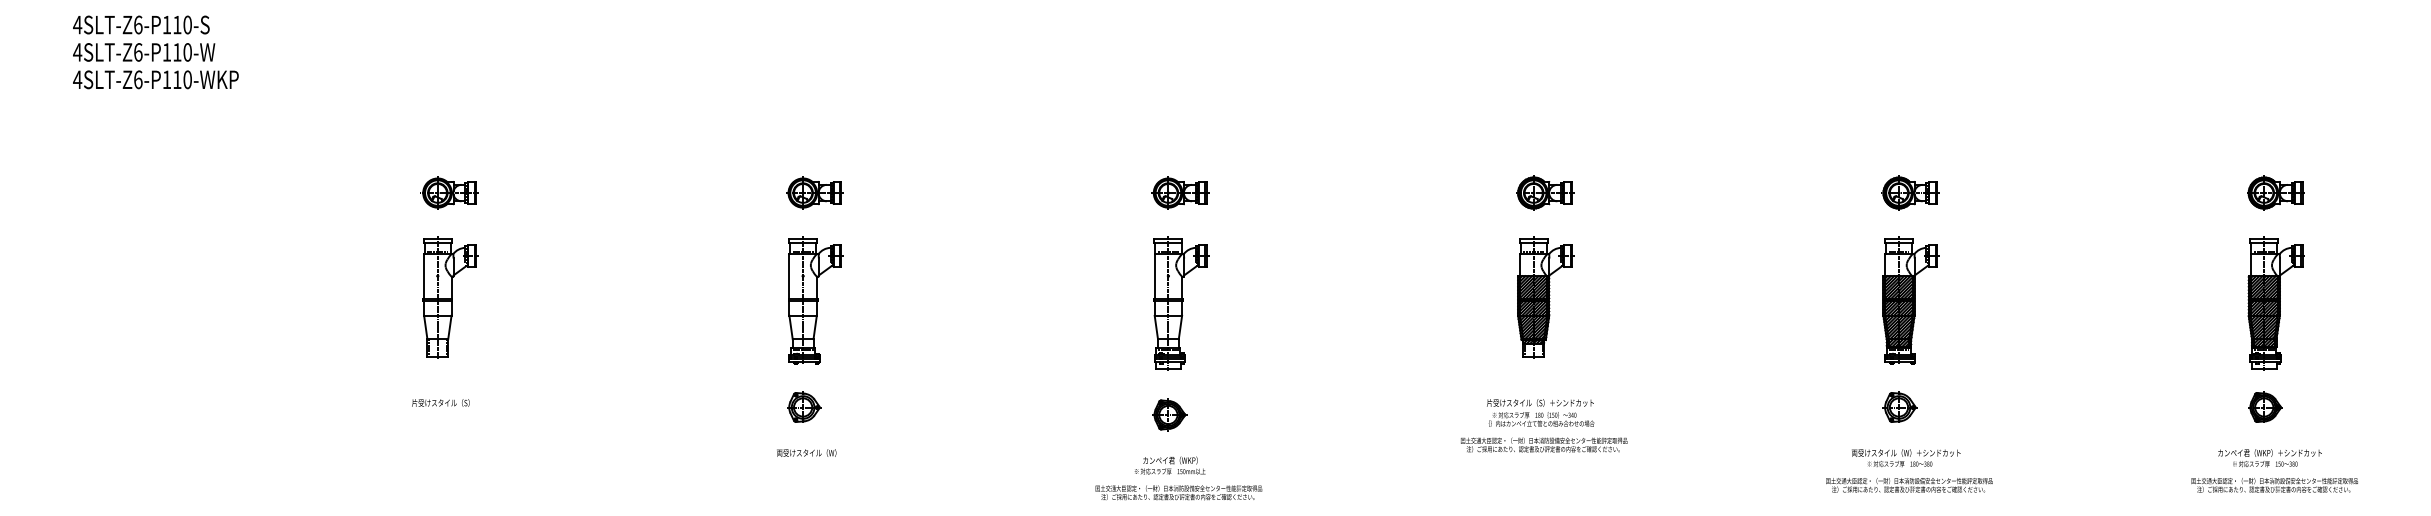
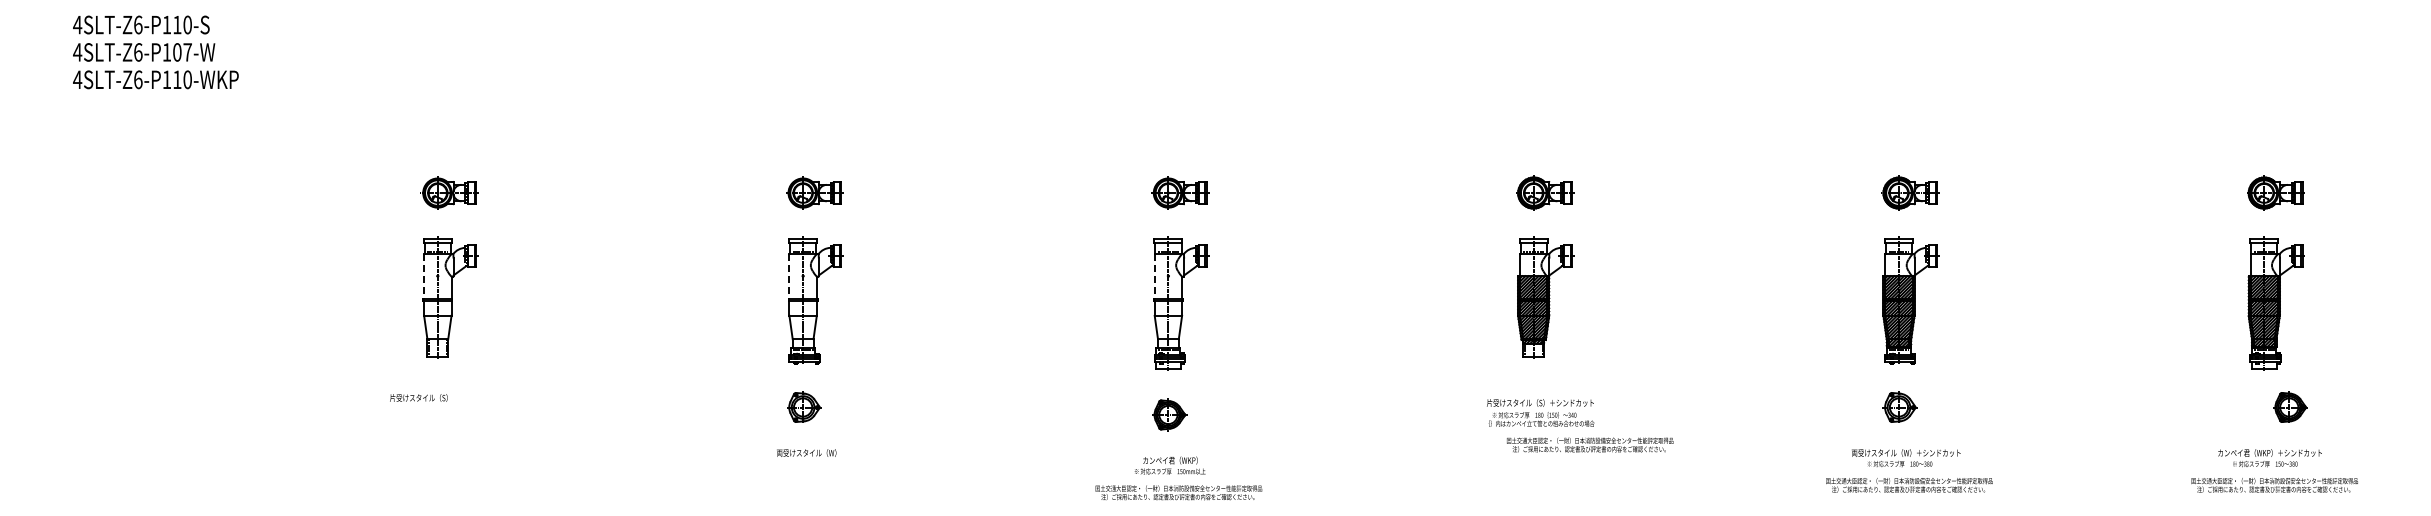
text at (182, 52): 4SLT-Z6-P110-W -> 4SLT-Z6-P107-W
line at (424, 276): solid -> dashed
line at (789, 276): solid -> dashed
line at (1154, 276): solid -> dashed
text at (440, 402) position: (440, 402) -> (418, 397)
part at (2265, 406) position: (2265, 406) -> (2290, 406)
text at (1544, 444) position: (1544, 444) -> (1590, 444)
